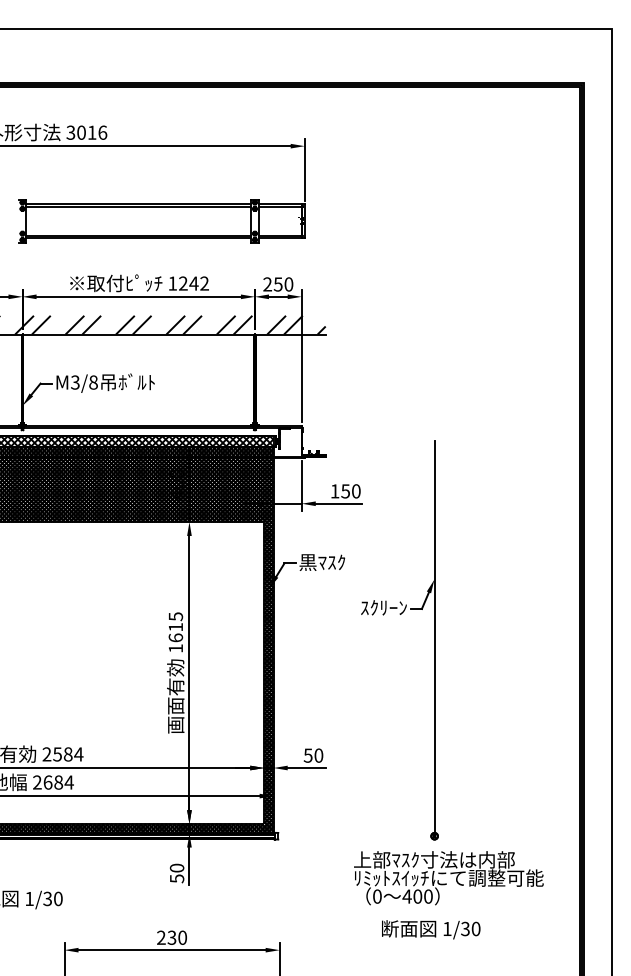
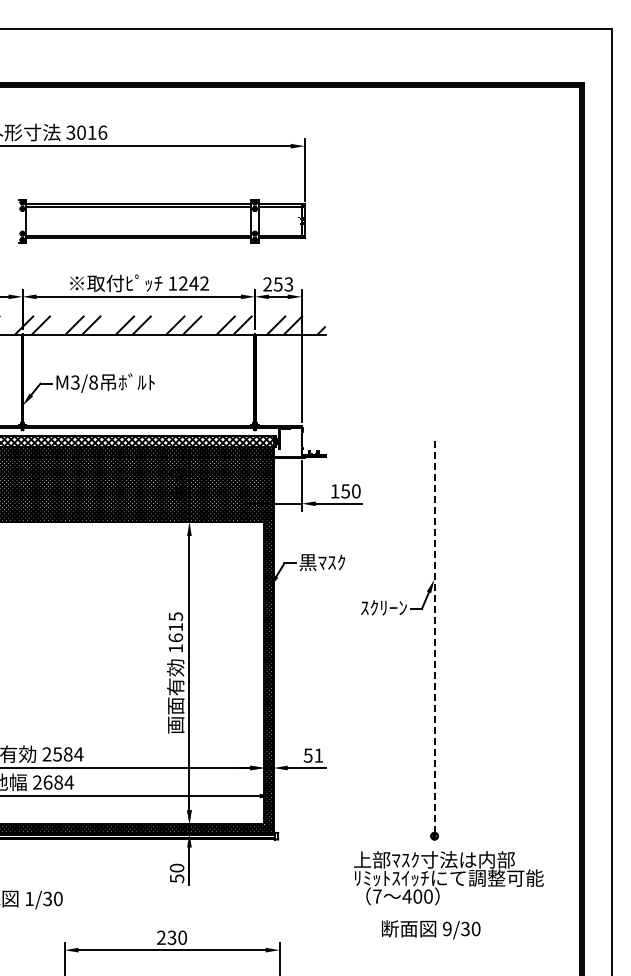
text at (288, 284): 250 -> 253
line at (434, 637): solid -> dashed
text at (318, 755): 50 -> 51
text at (377, 896): 0 -> 7
text at (447, 928): 1/30 -> 9/30
